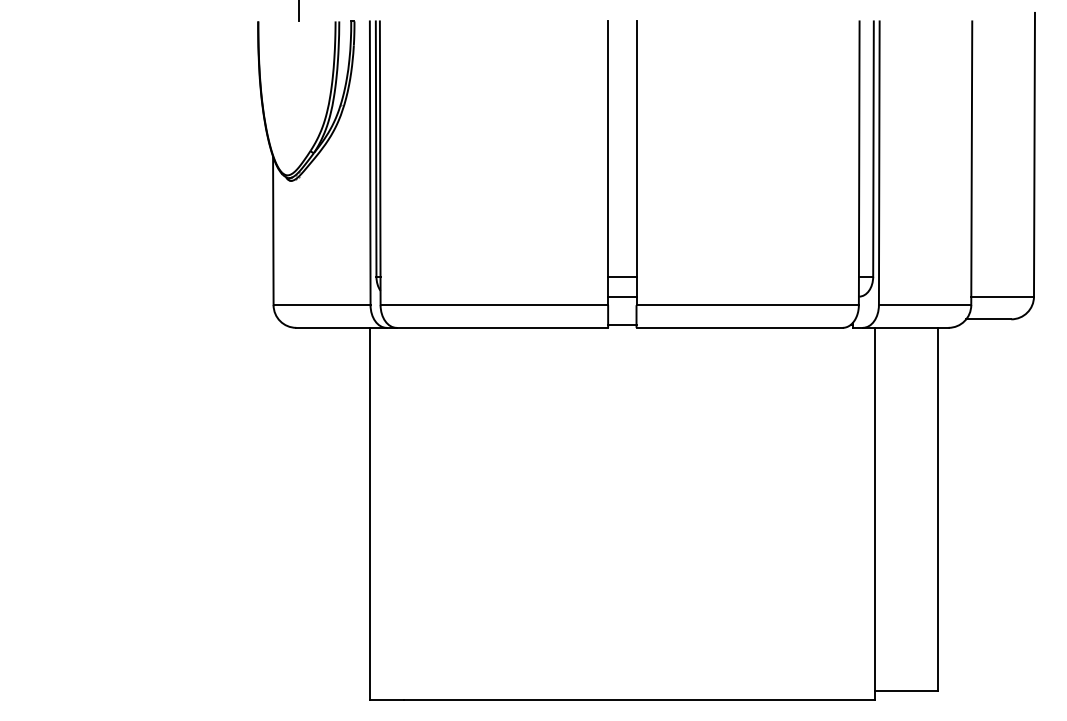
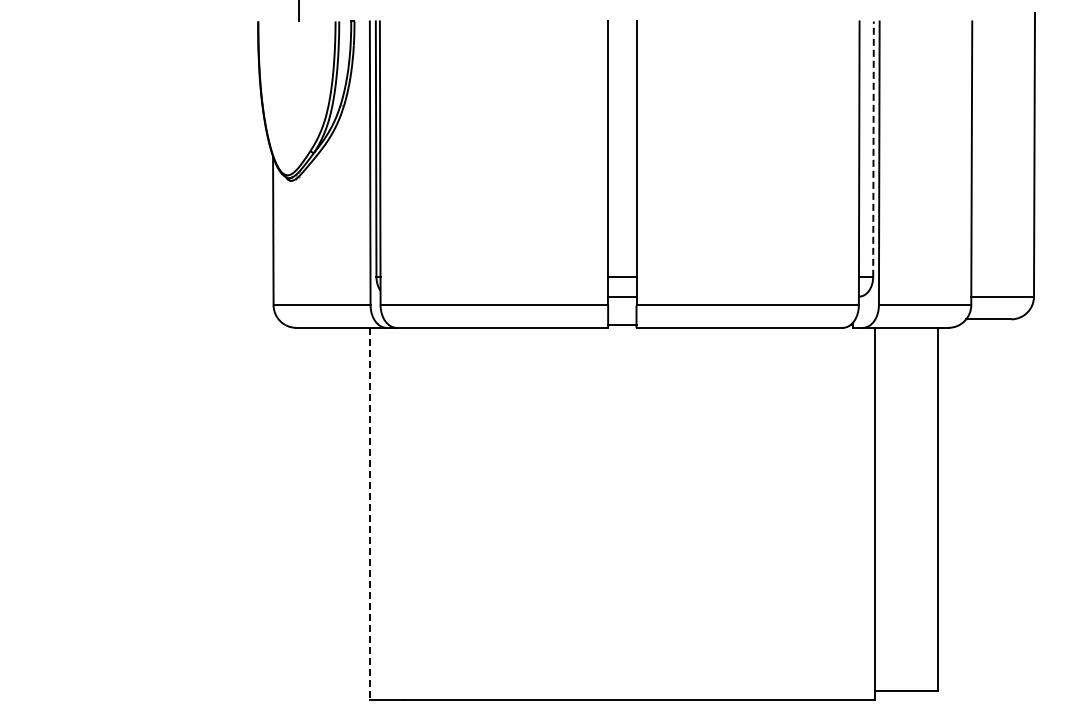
line at (873, 149): solid -> dashed
line at (369, 513): solid -> dashed
